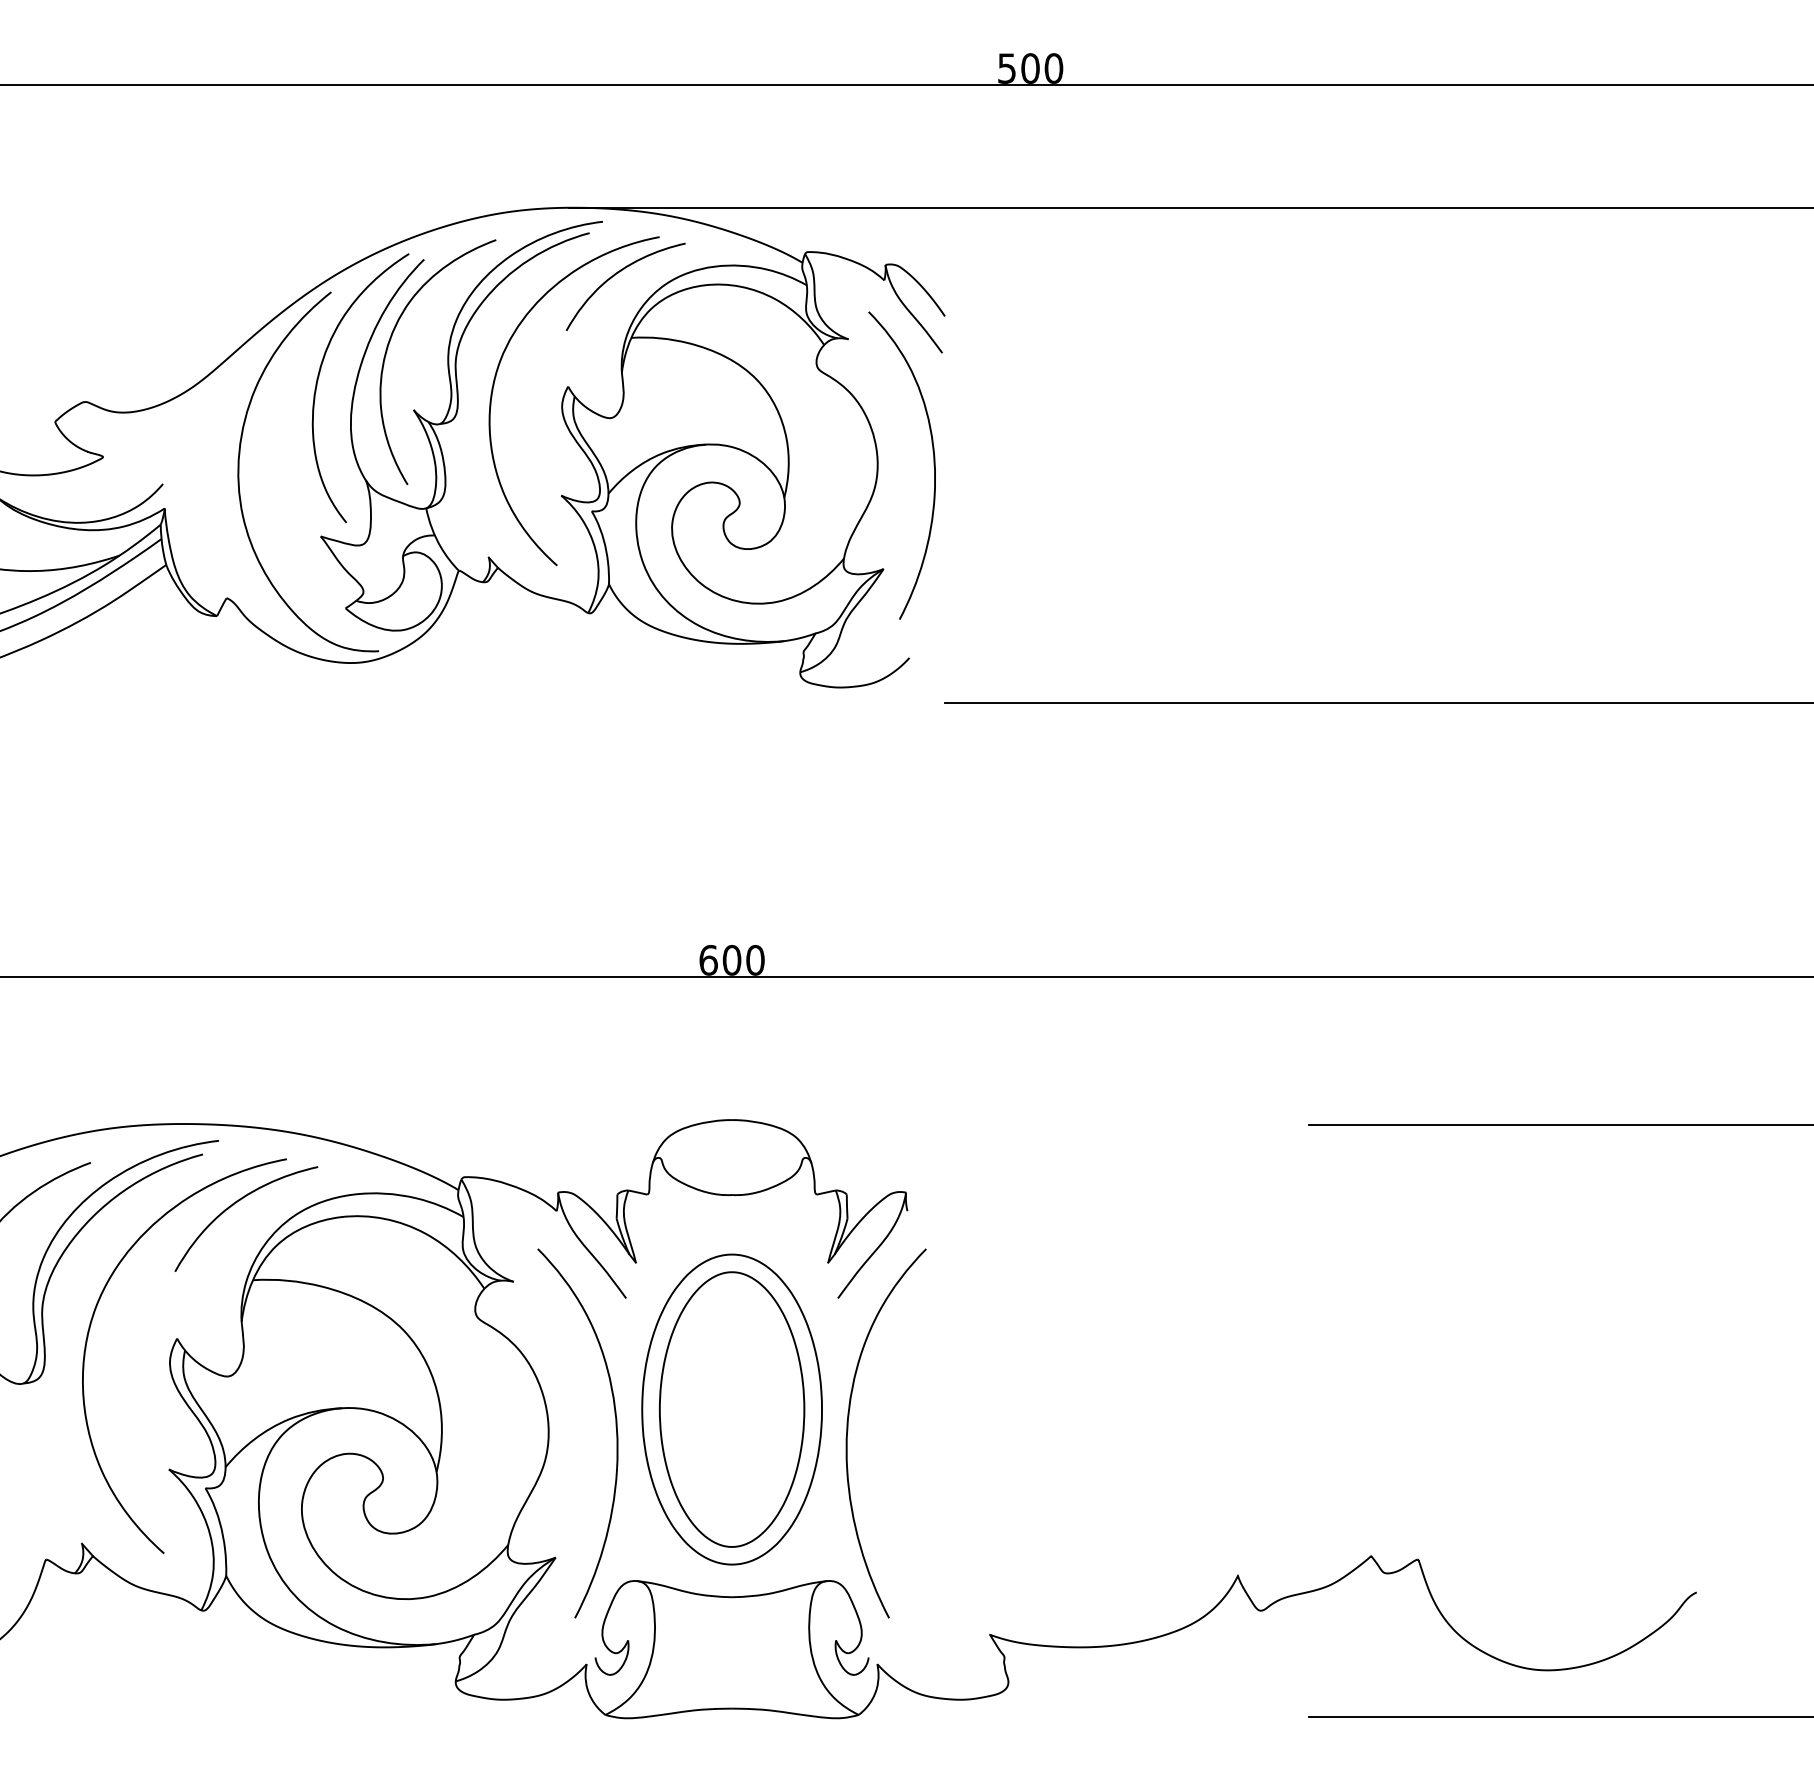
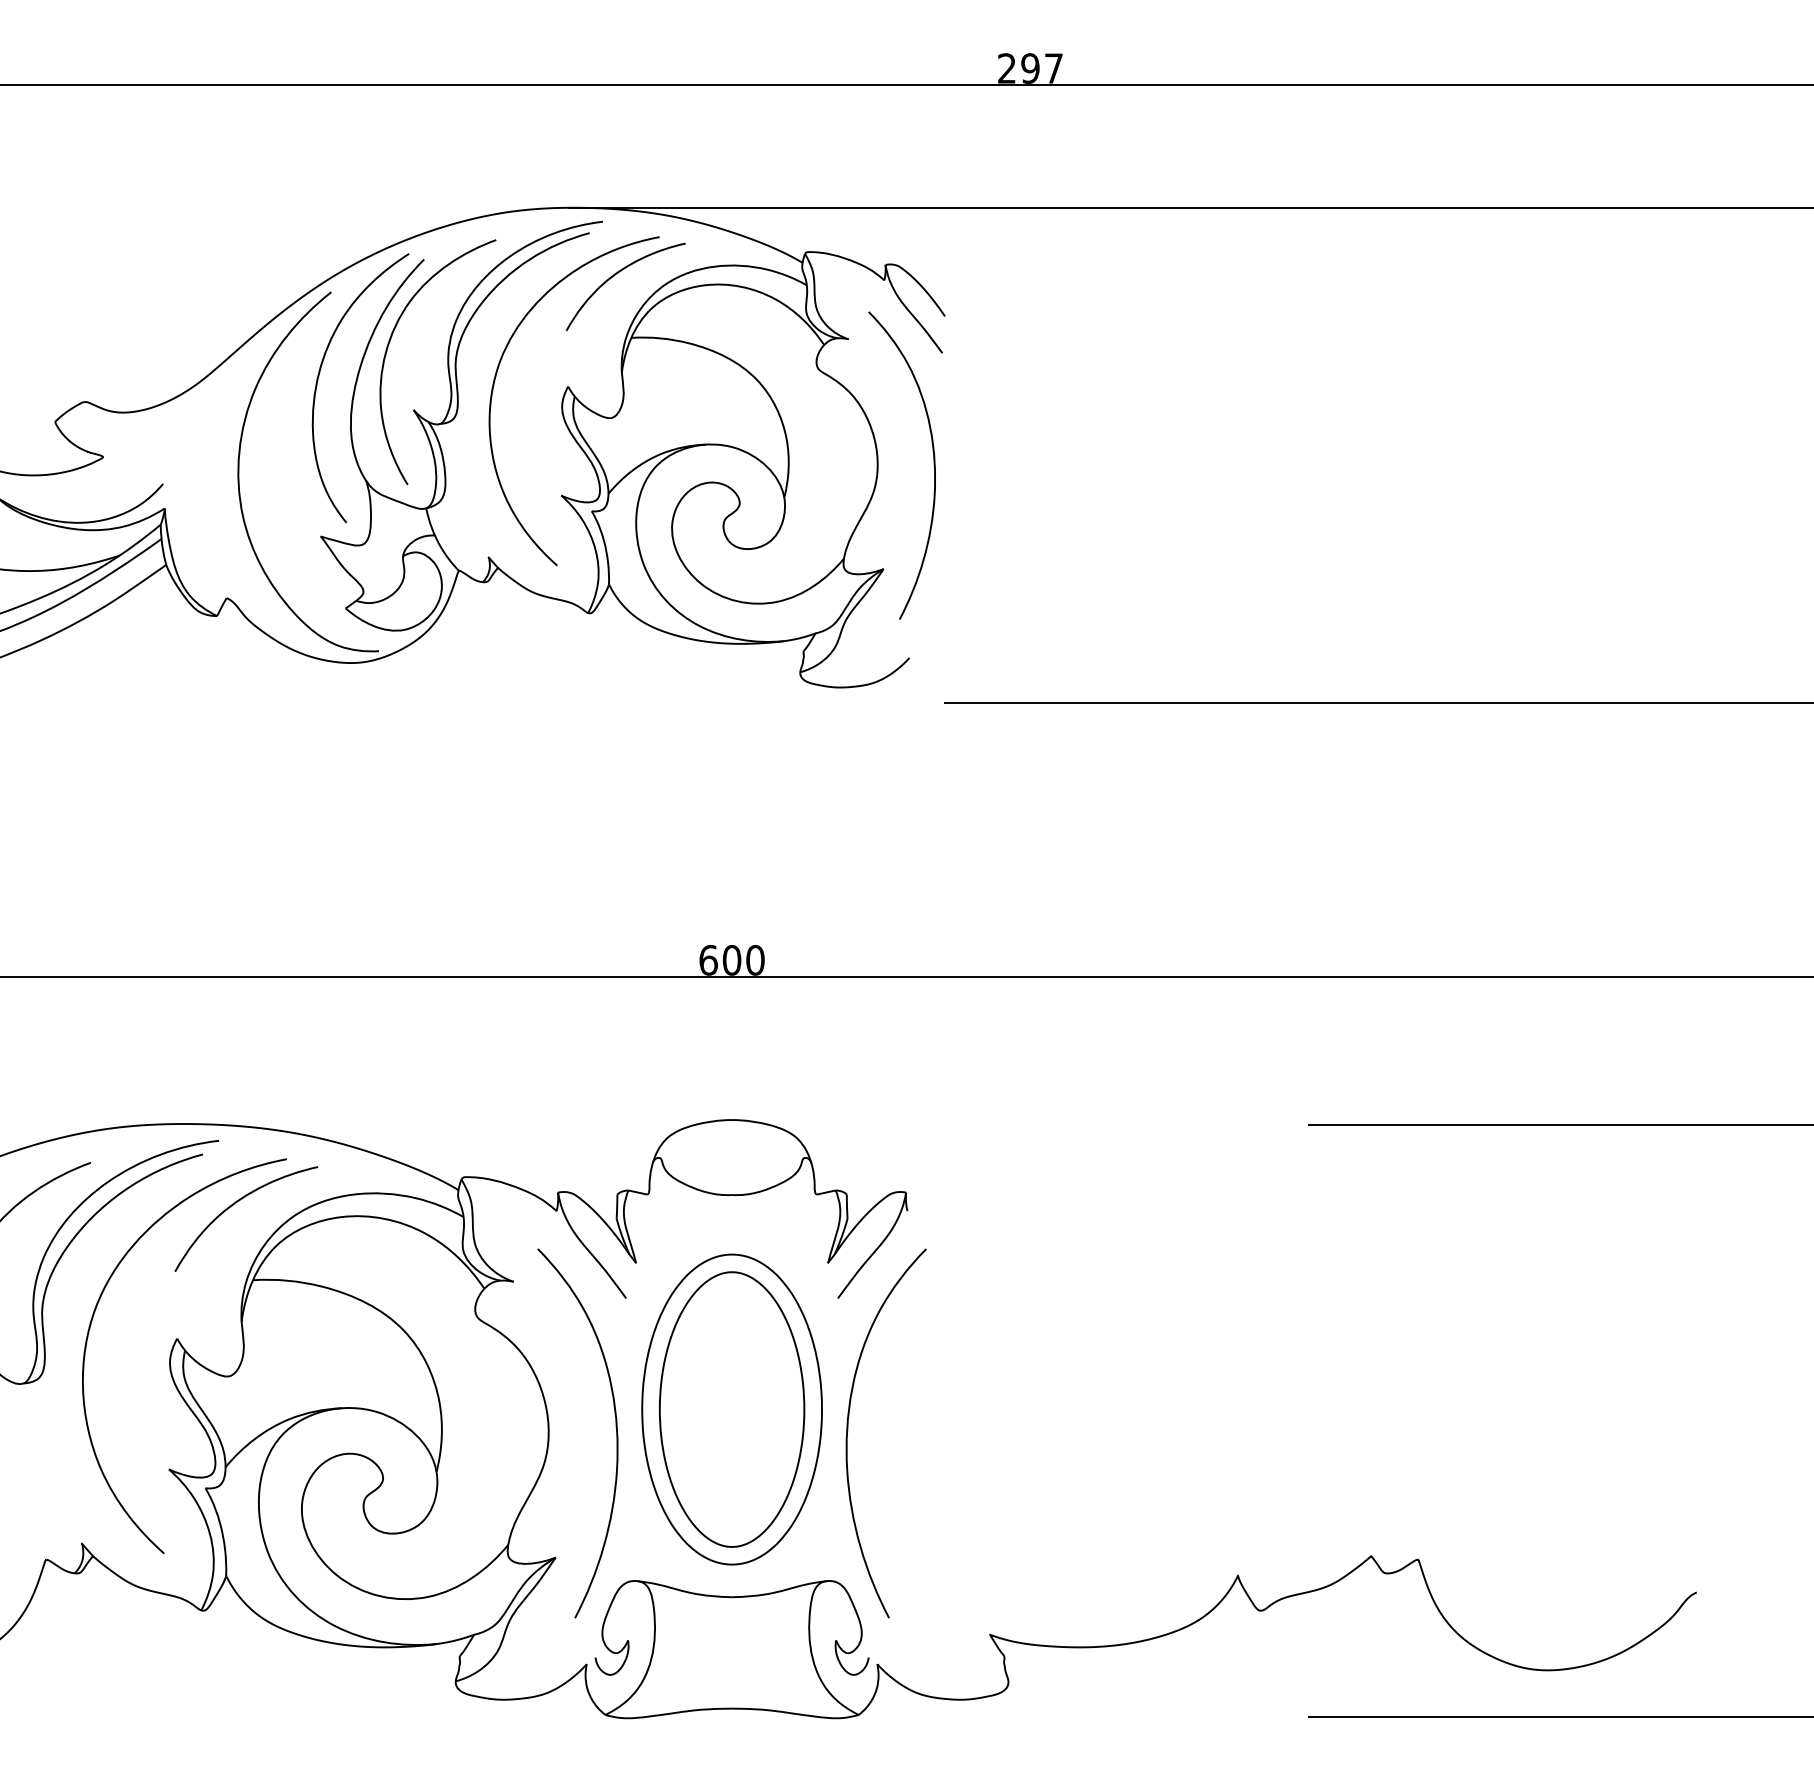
text at (1030, 68): 500 -> 297
